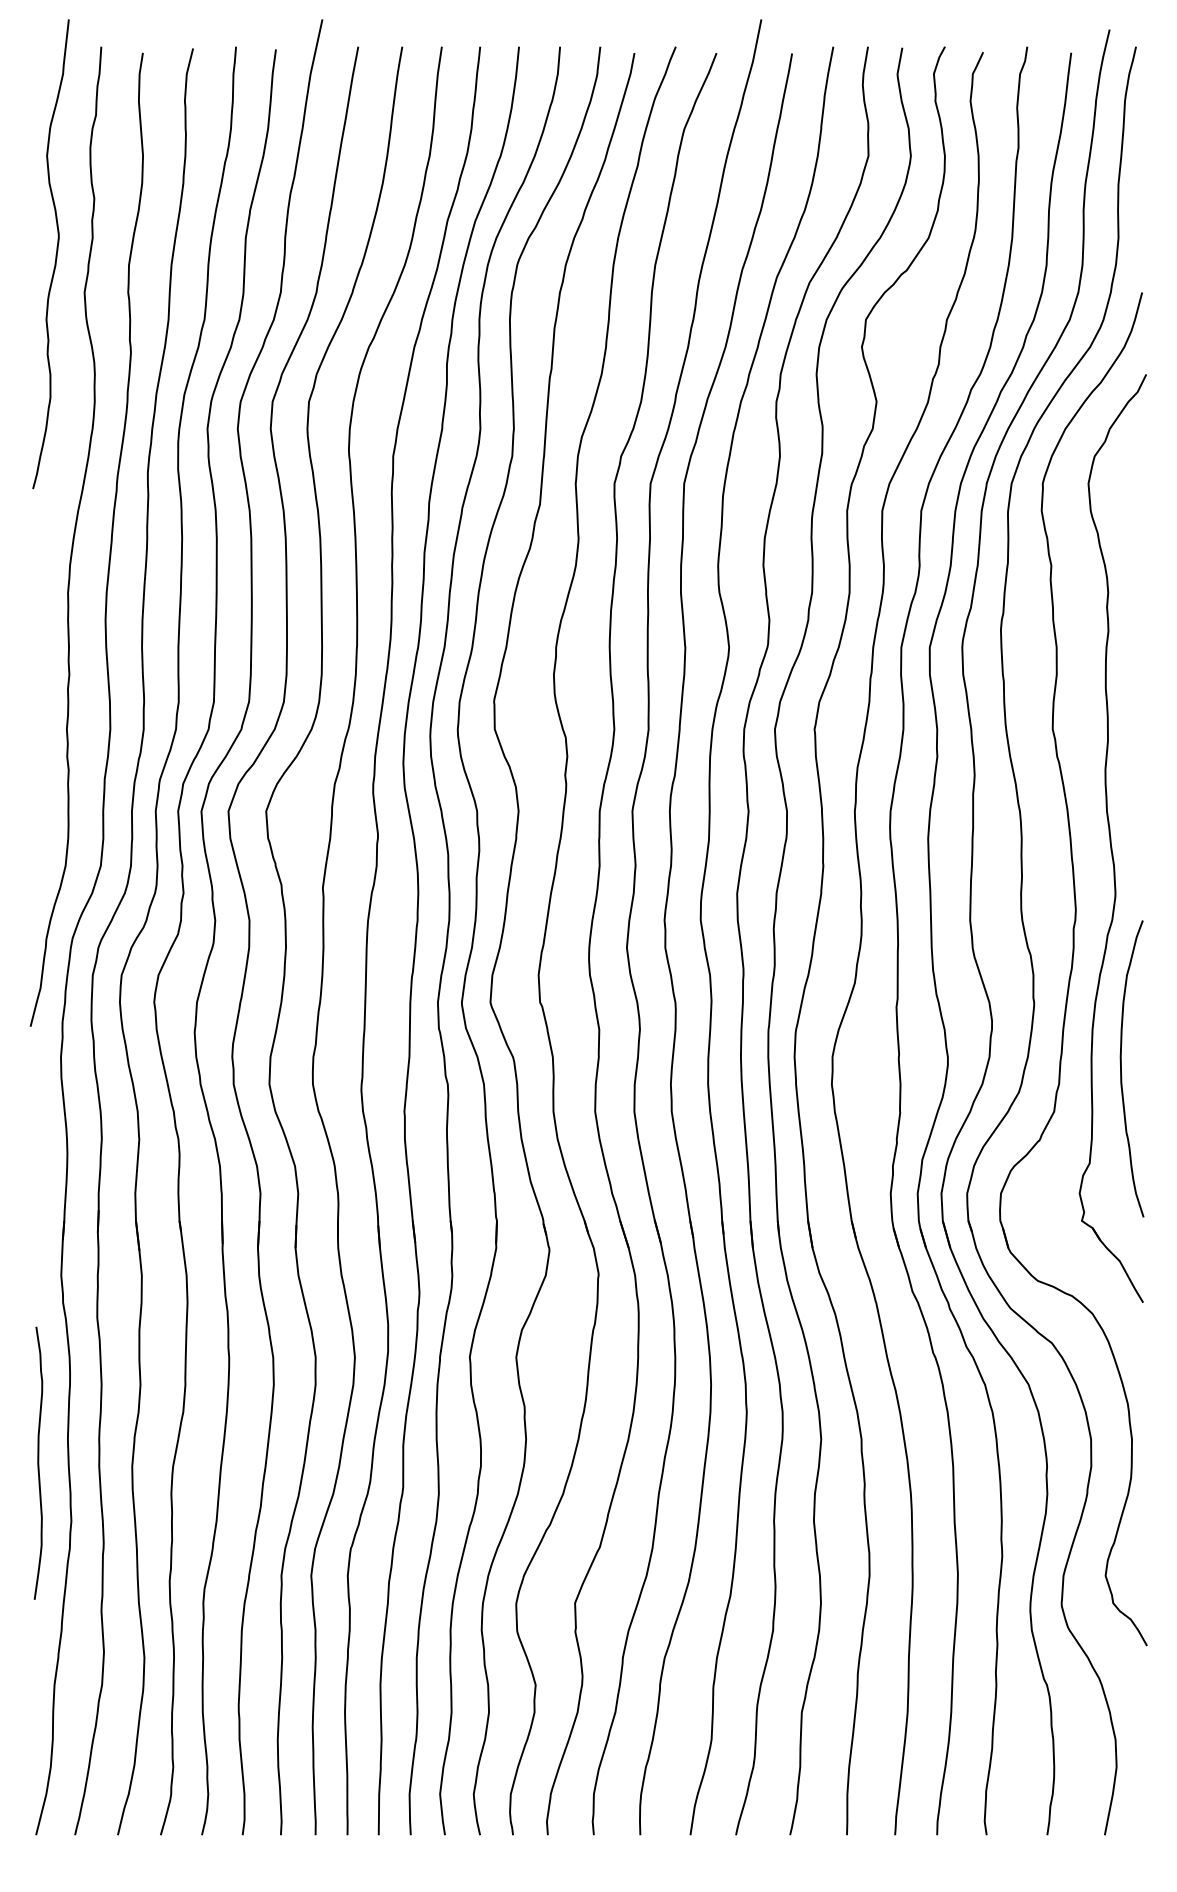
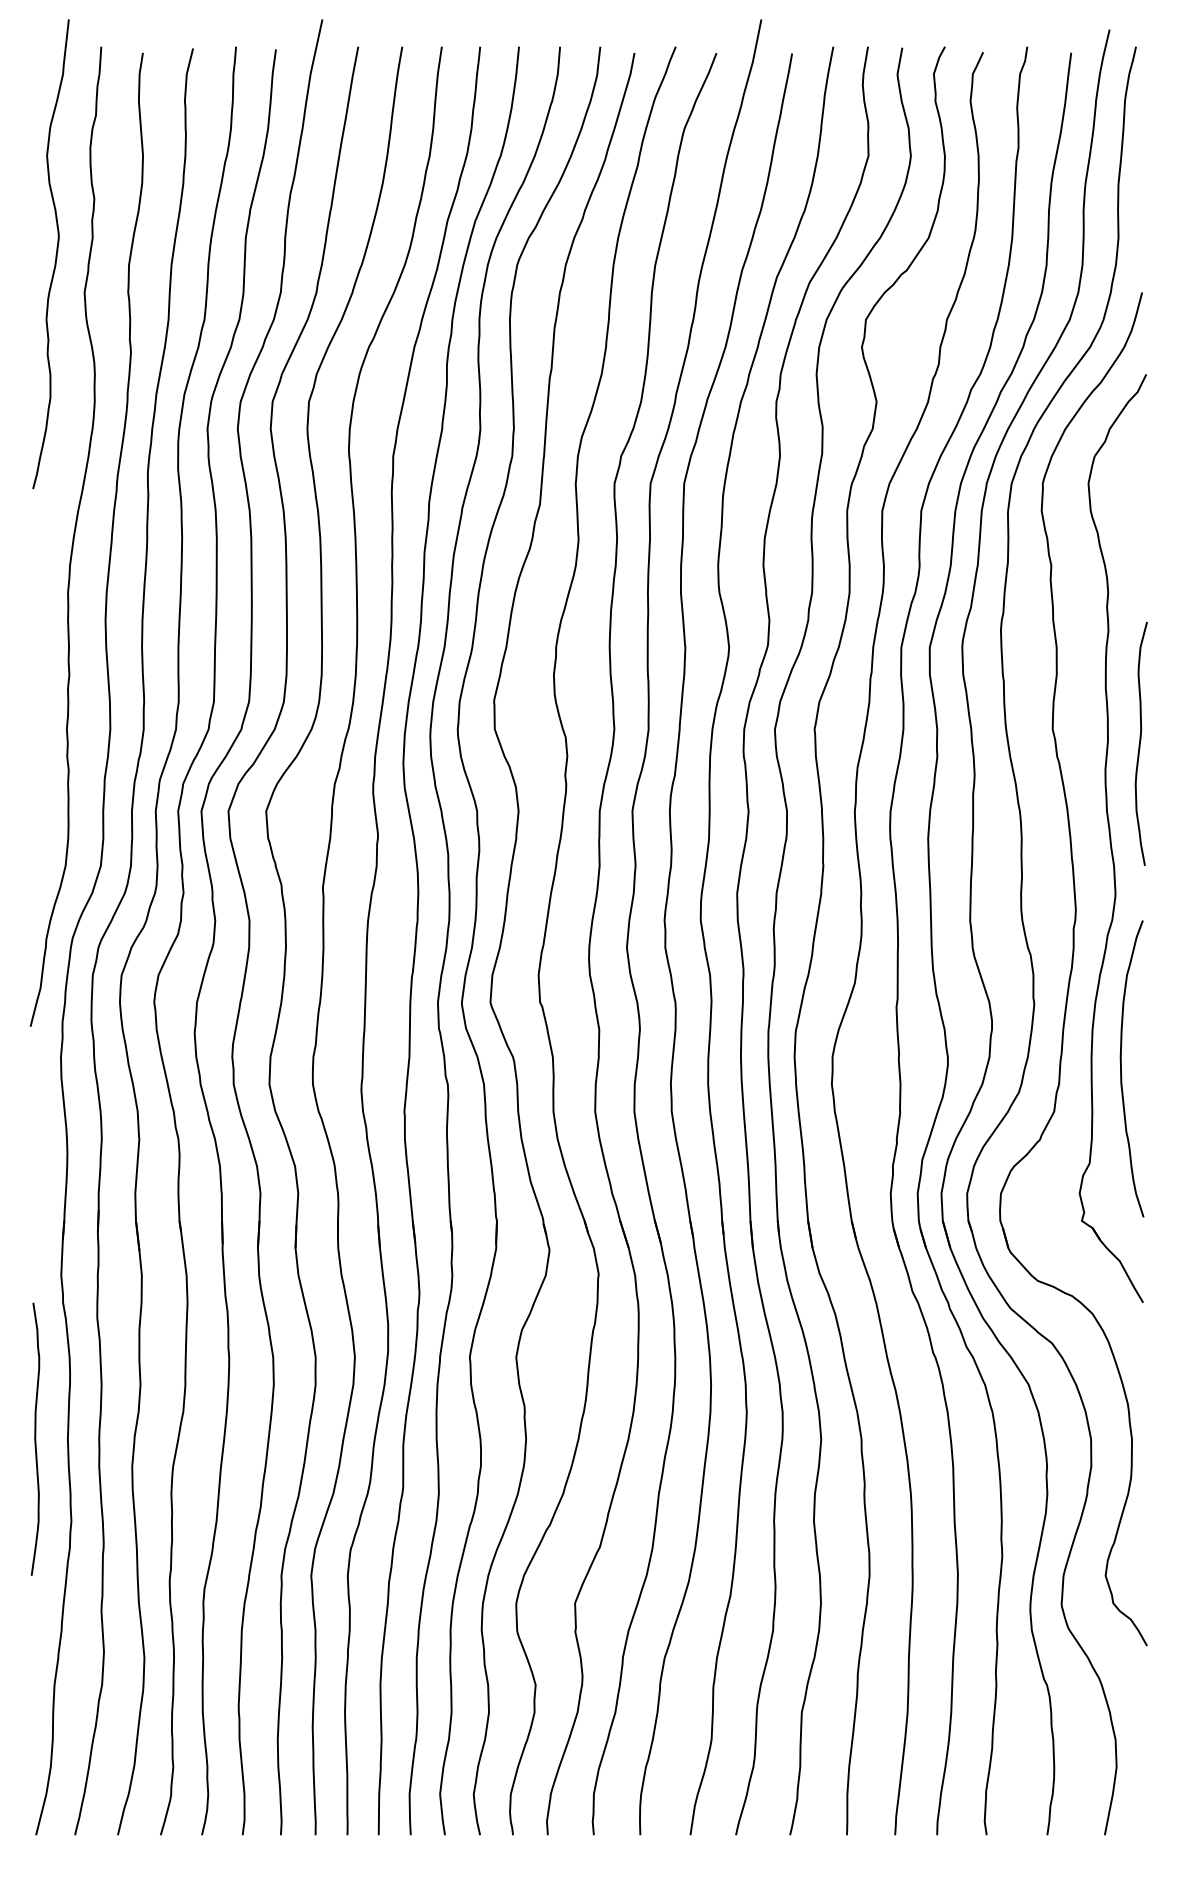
curve at (1140, 743): none -> present
curve at (38, 1462) position: (38, 1462) -> (35, 1438)
